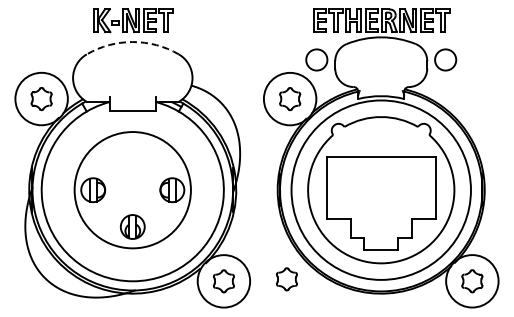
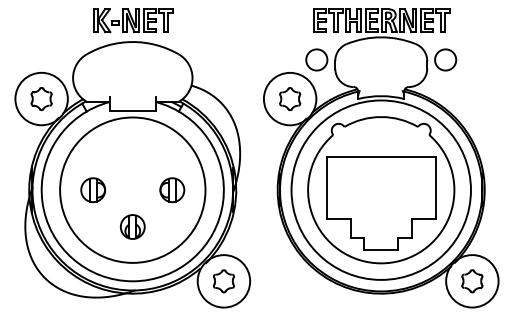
arc at (132, 42): dashed -> solid
circle at (132, 190) diameter: 116 px -> 145 px
part at (286, 279): present -> none
